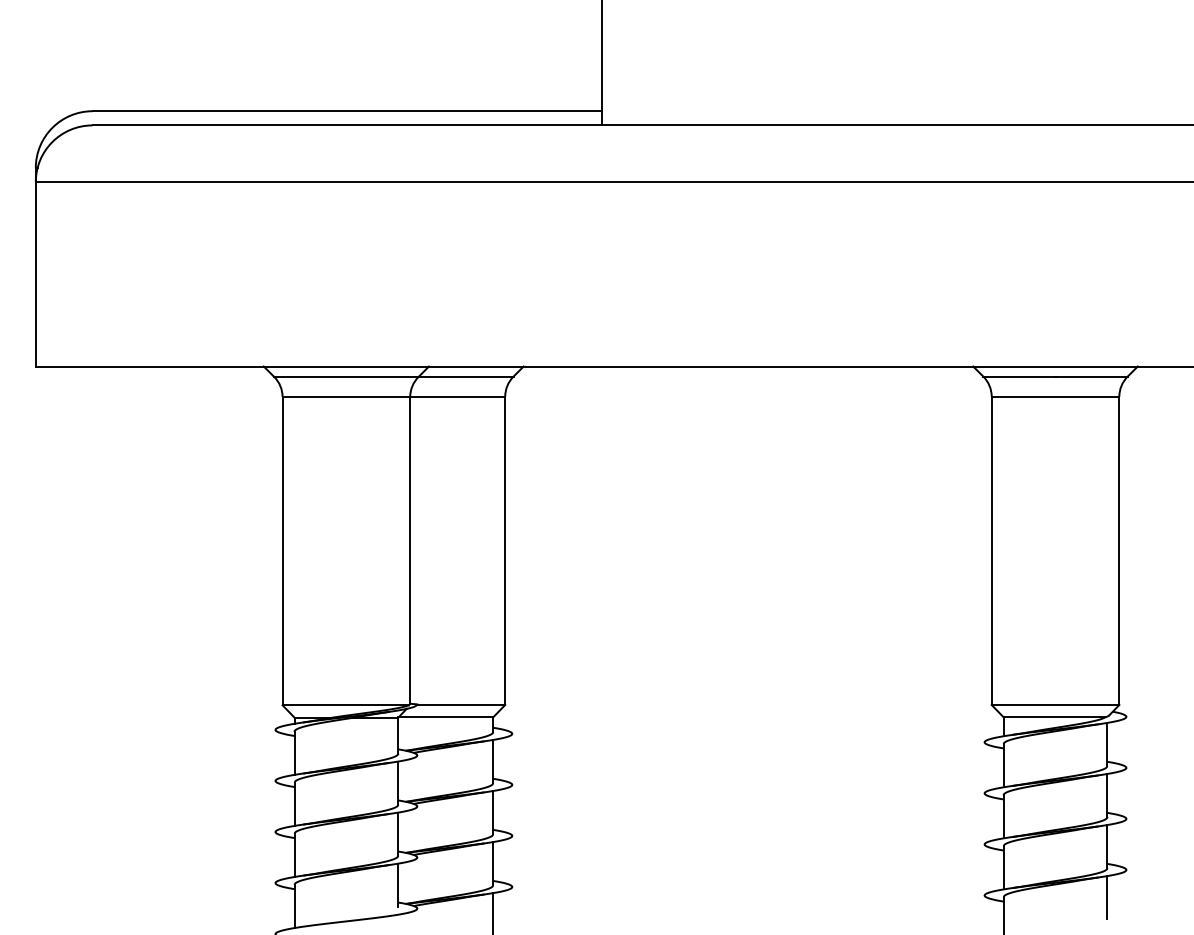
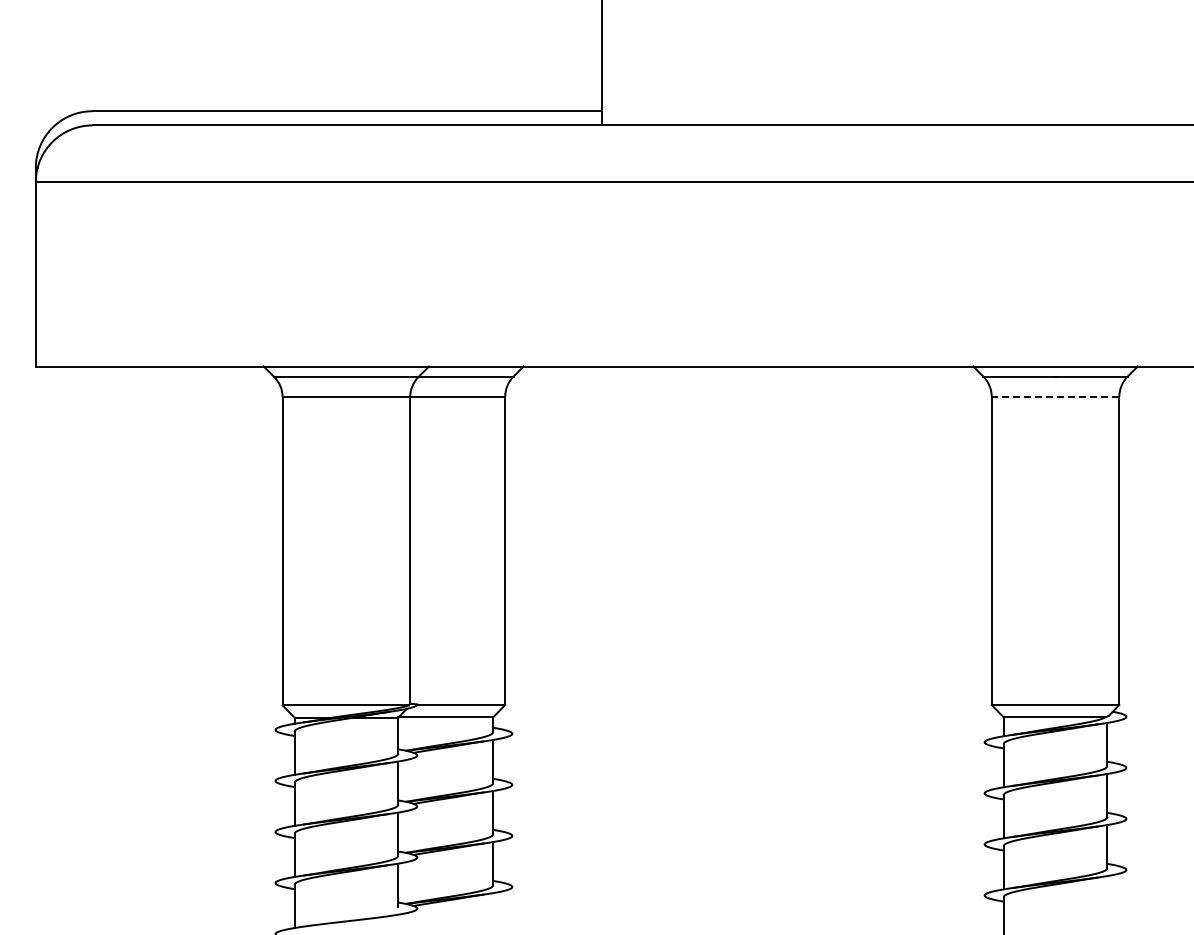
line at (1055, 396): solid -> dashed
line at (1107, 897): present -> none
line at (493, 912): present -> none
